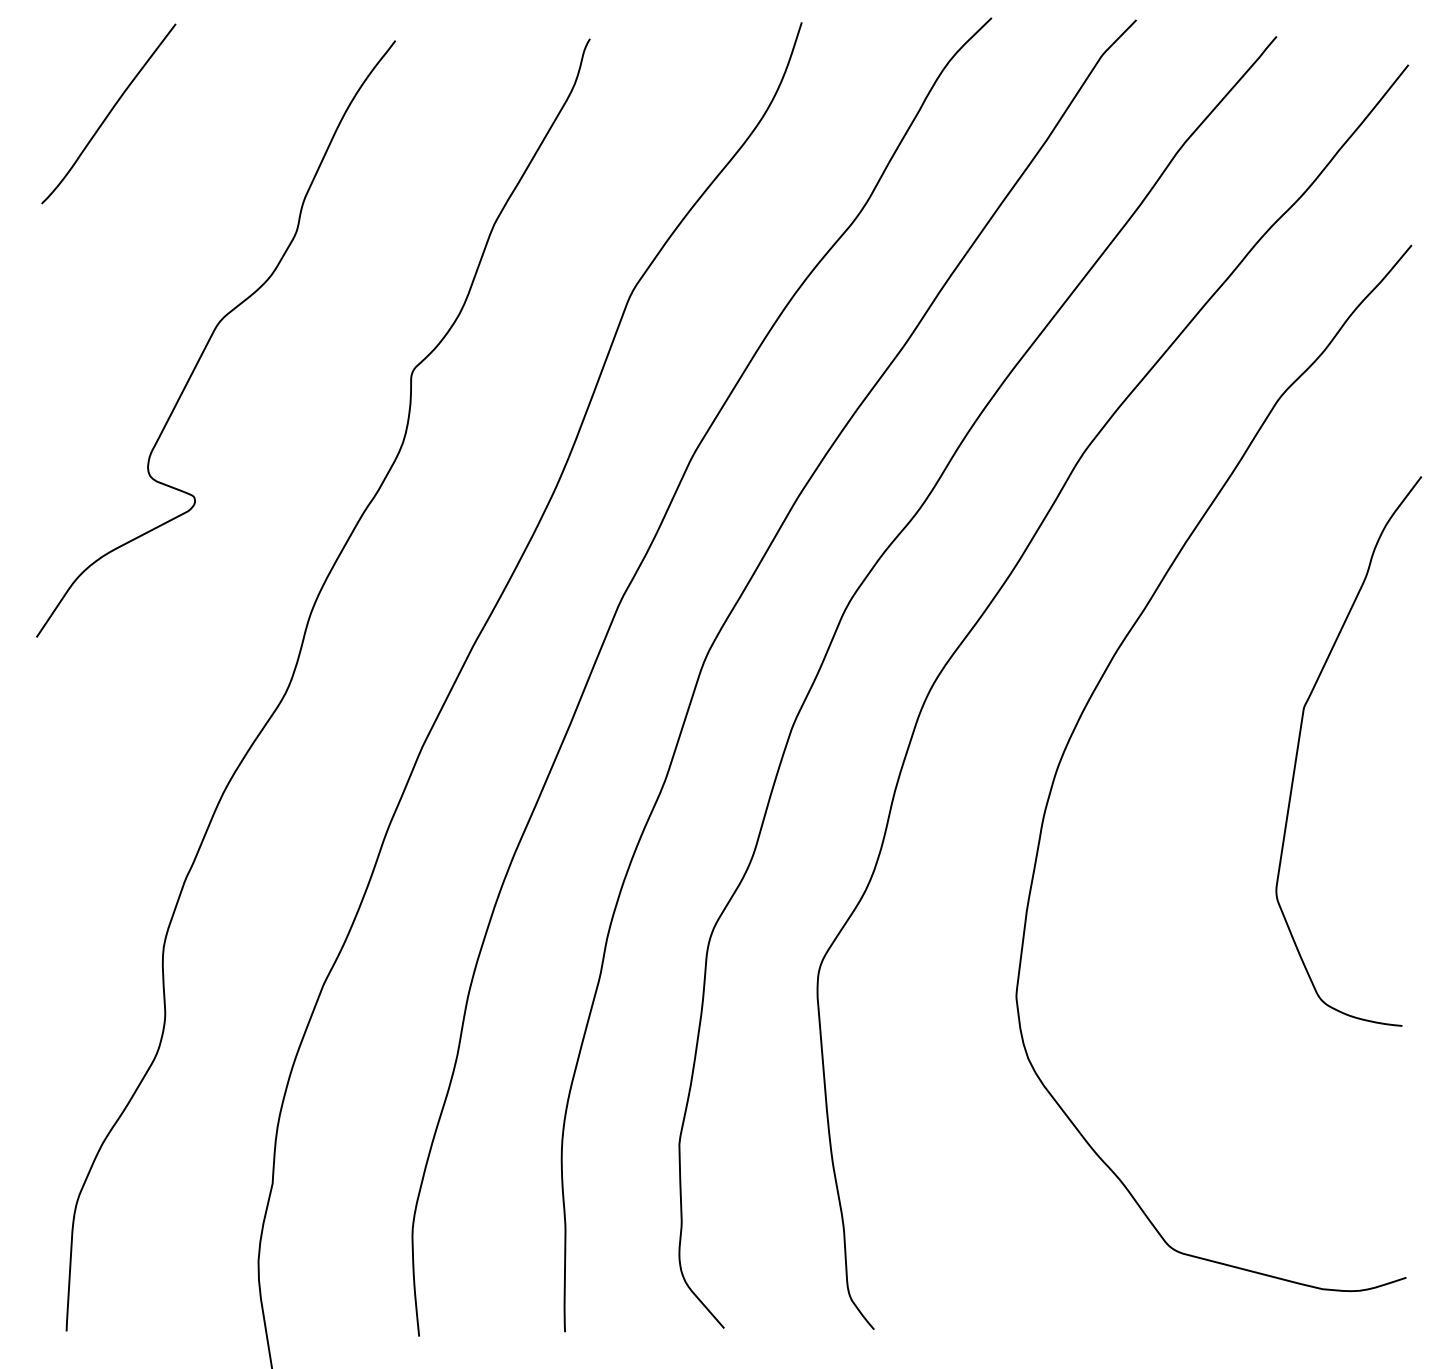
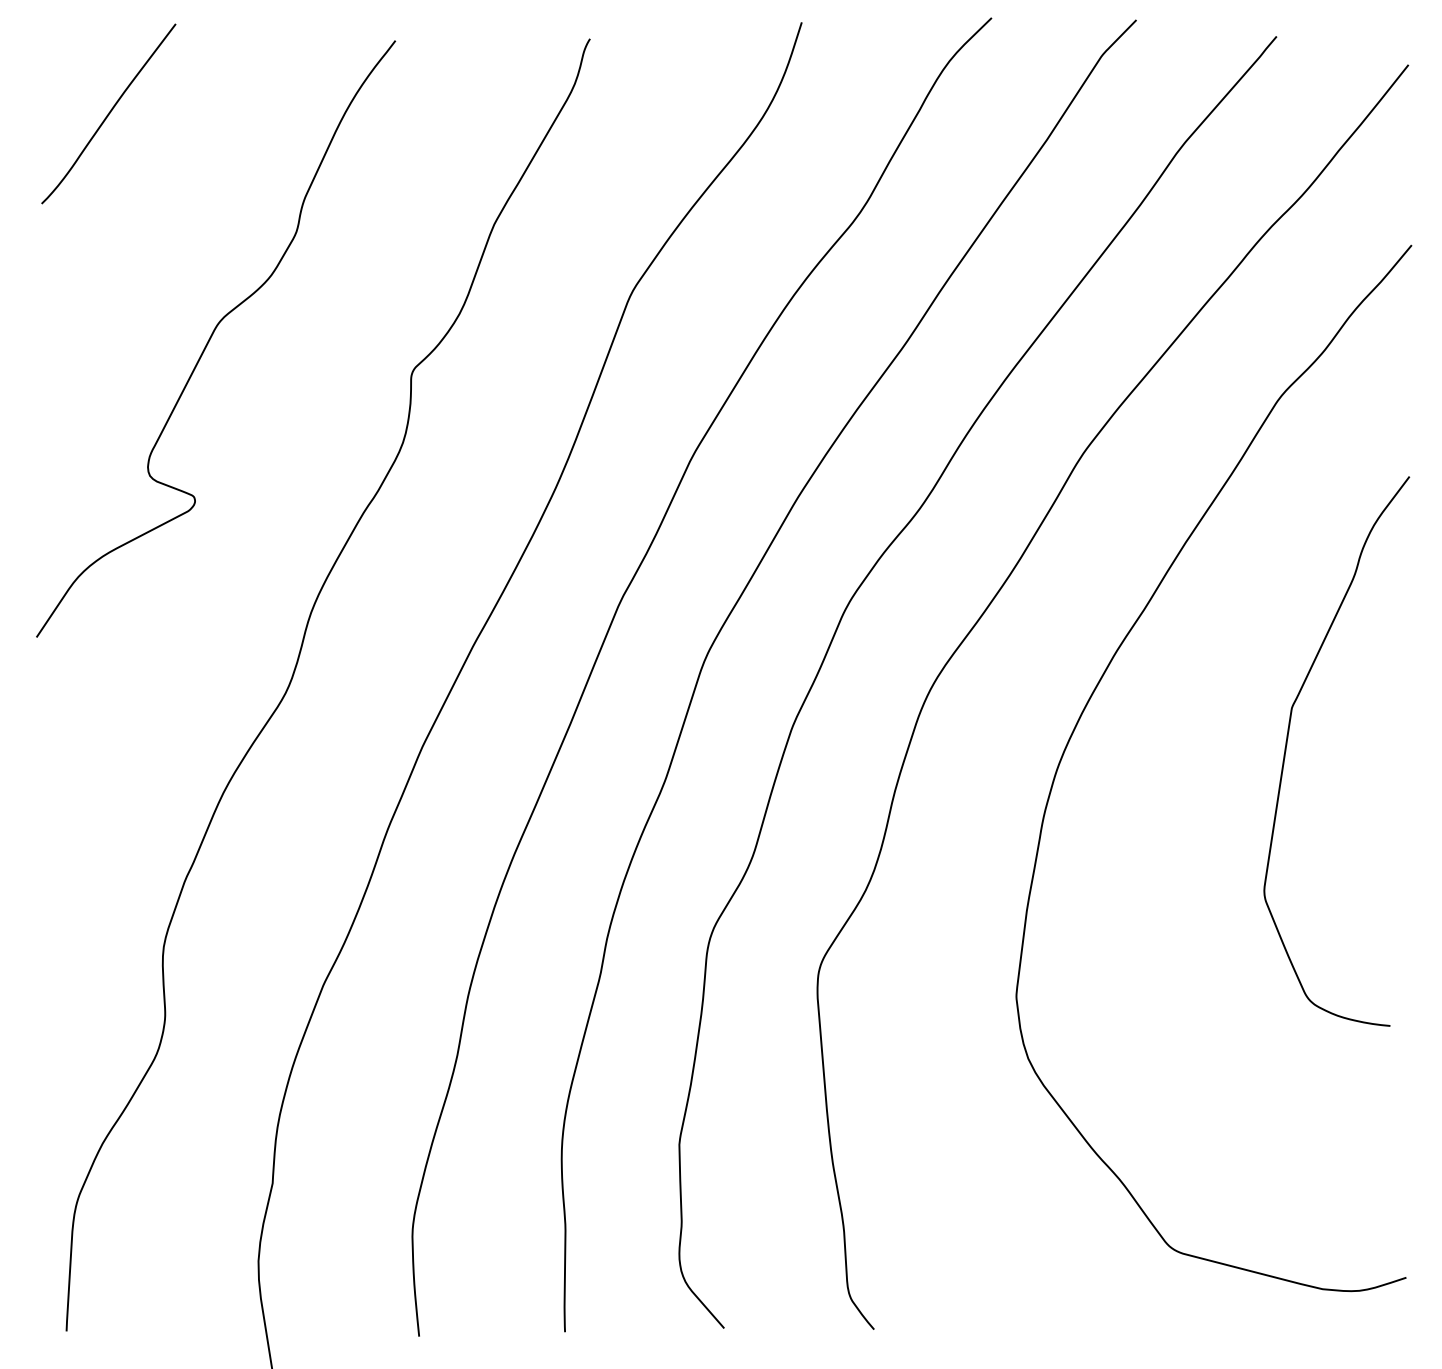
curve at (1299, 745) position: (1299, 745) -> (1287, 745)
